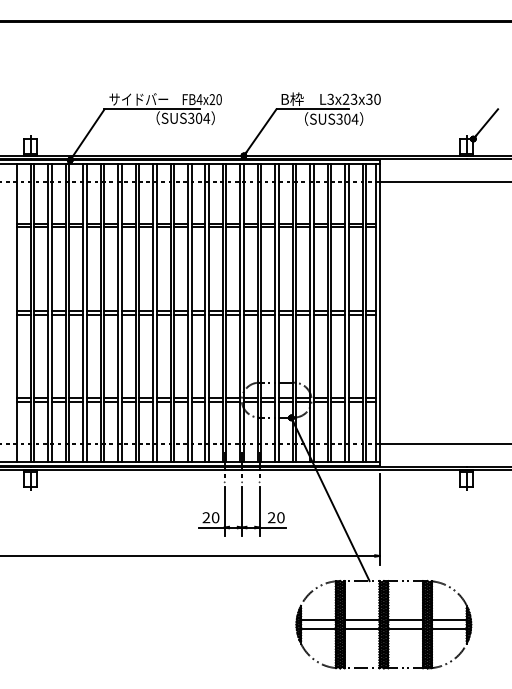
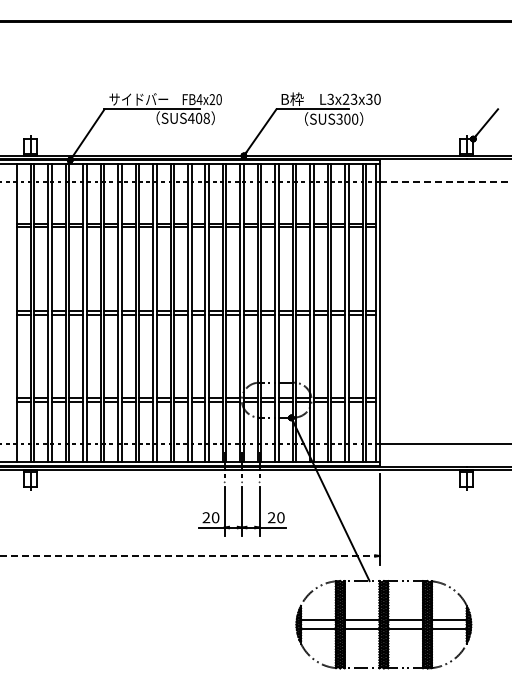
text at (198, 117): SUS304 -> SUS408
text at (354, 118): SUS304 -> SUS300
line at (445, 182): solid -> dashed
line at (188, 555): solid -> dashed
